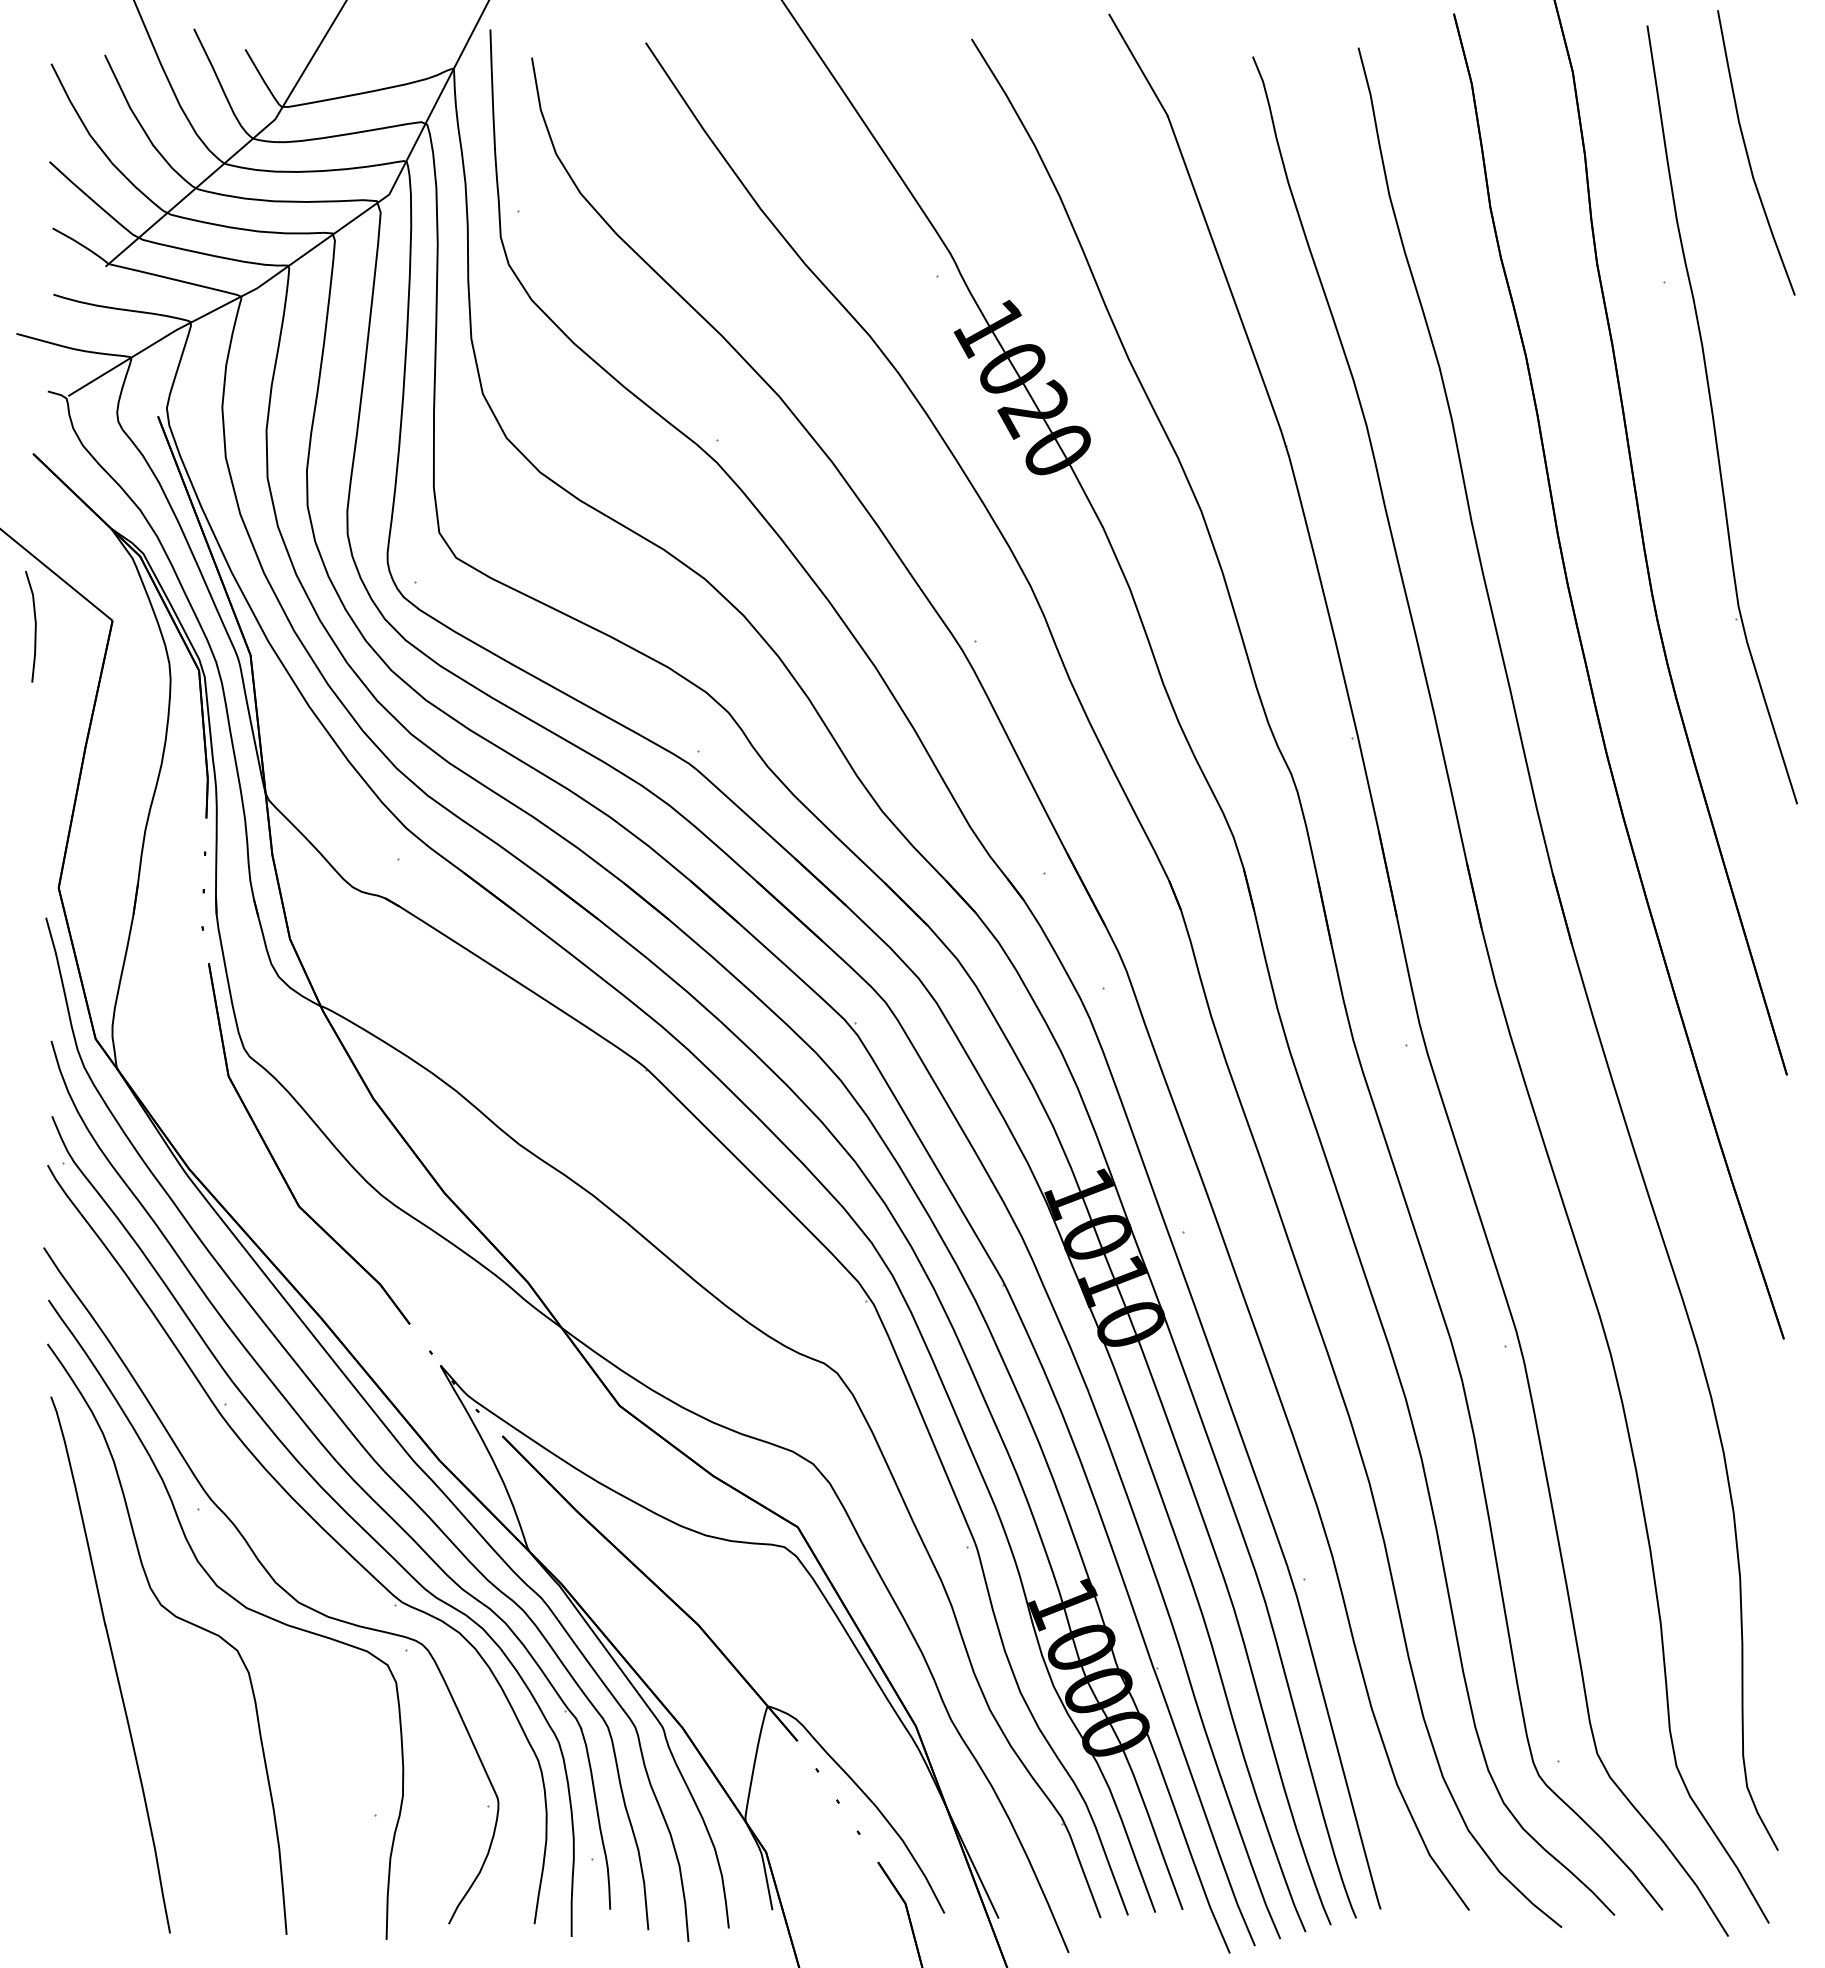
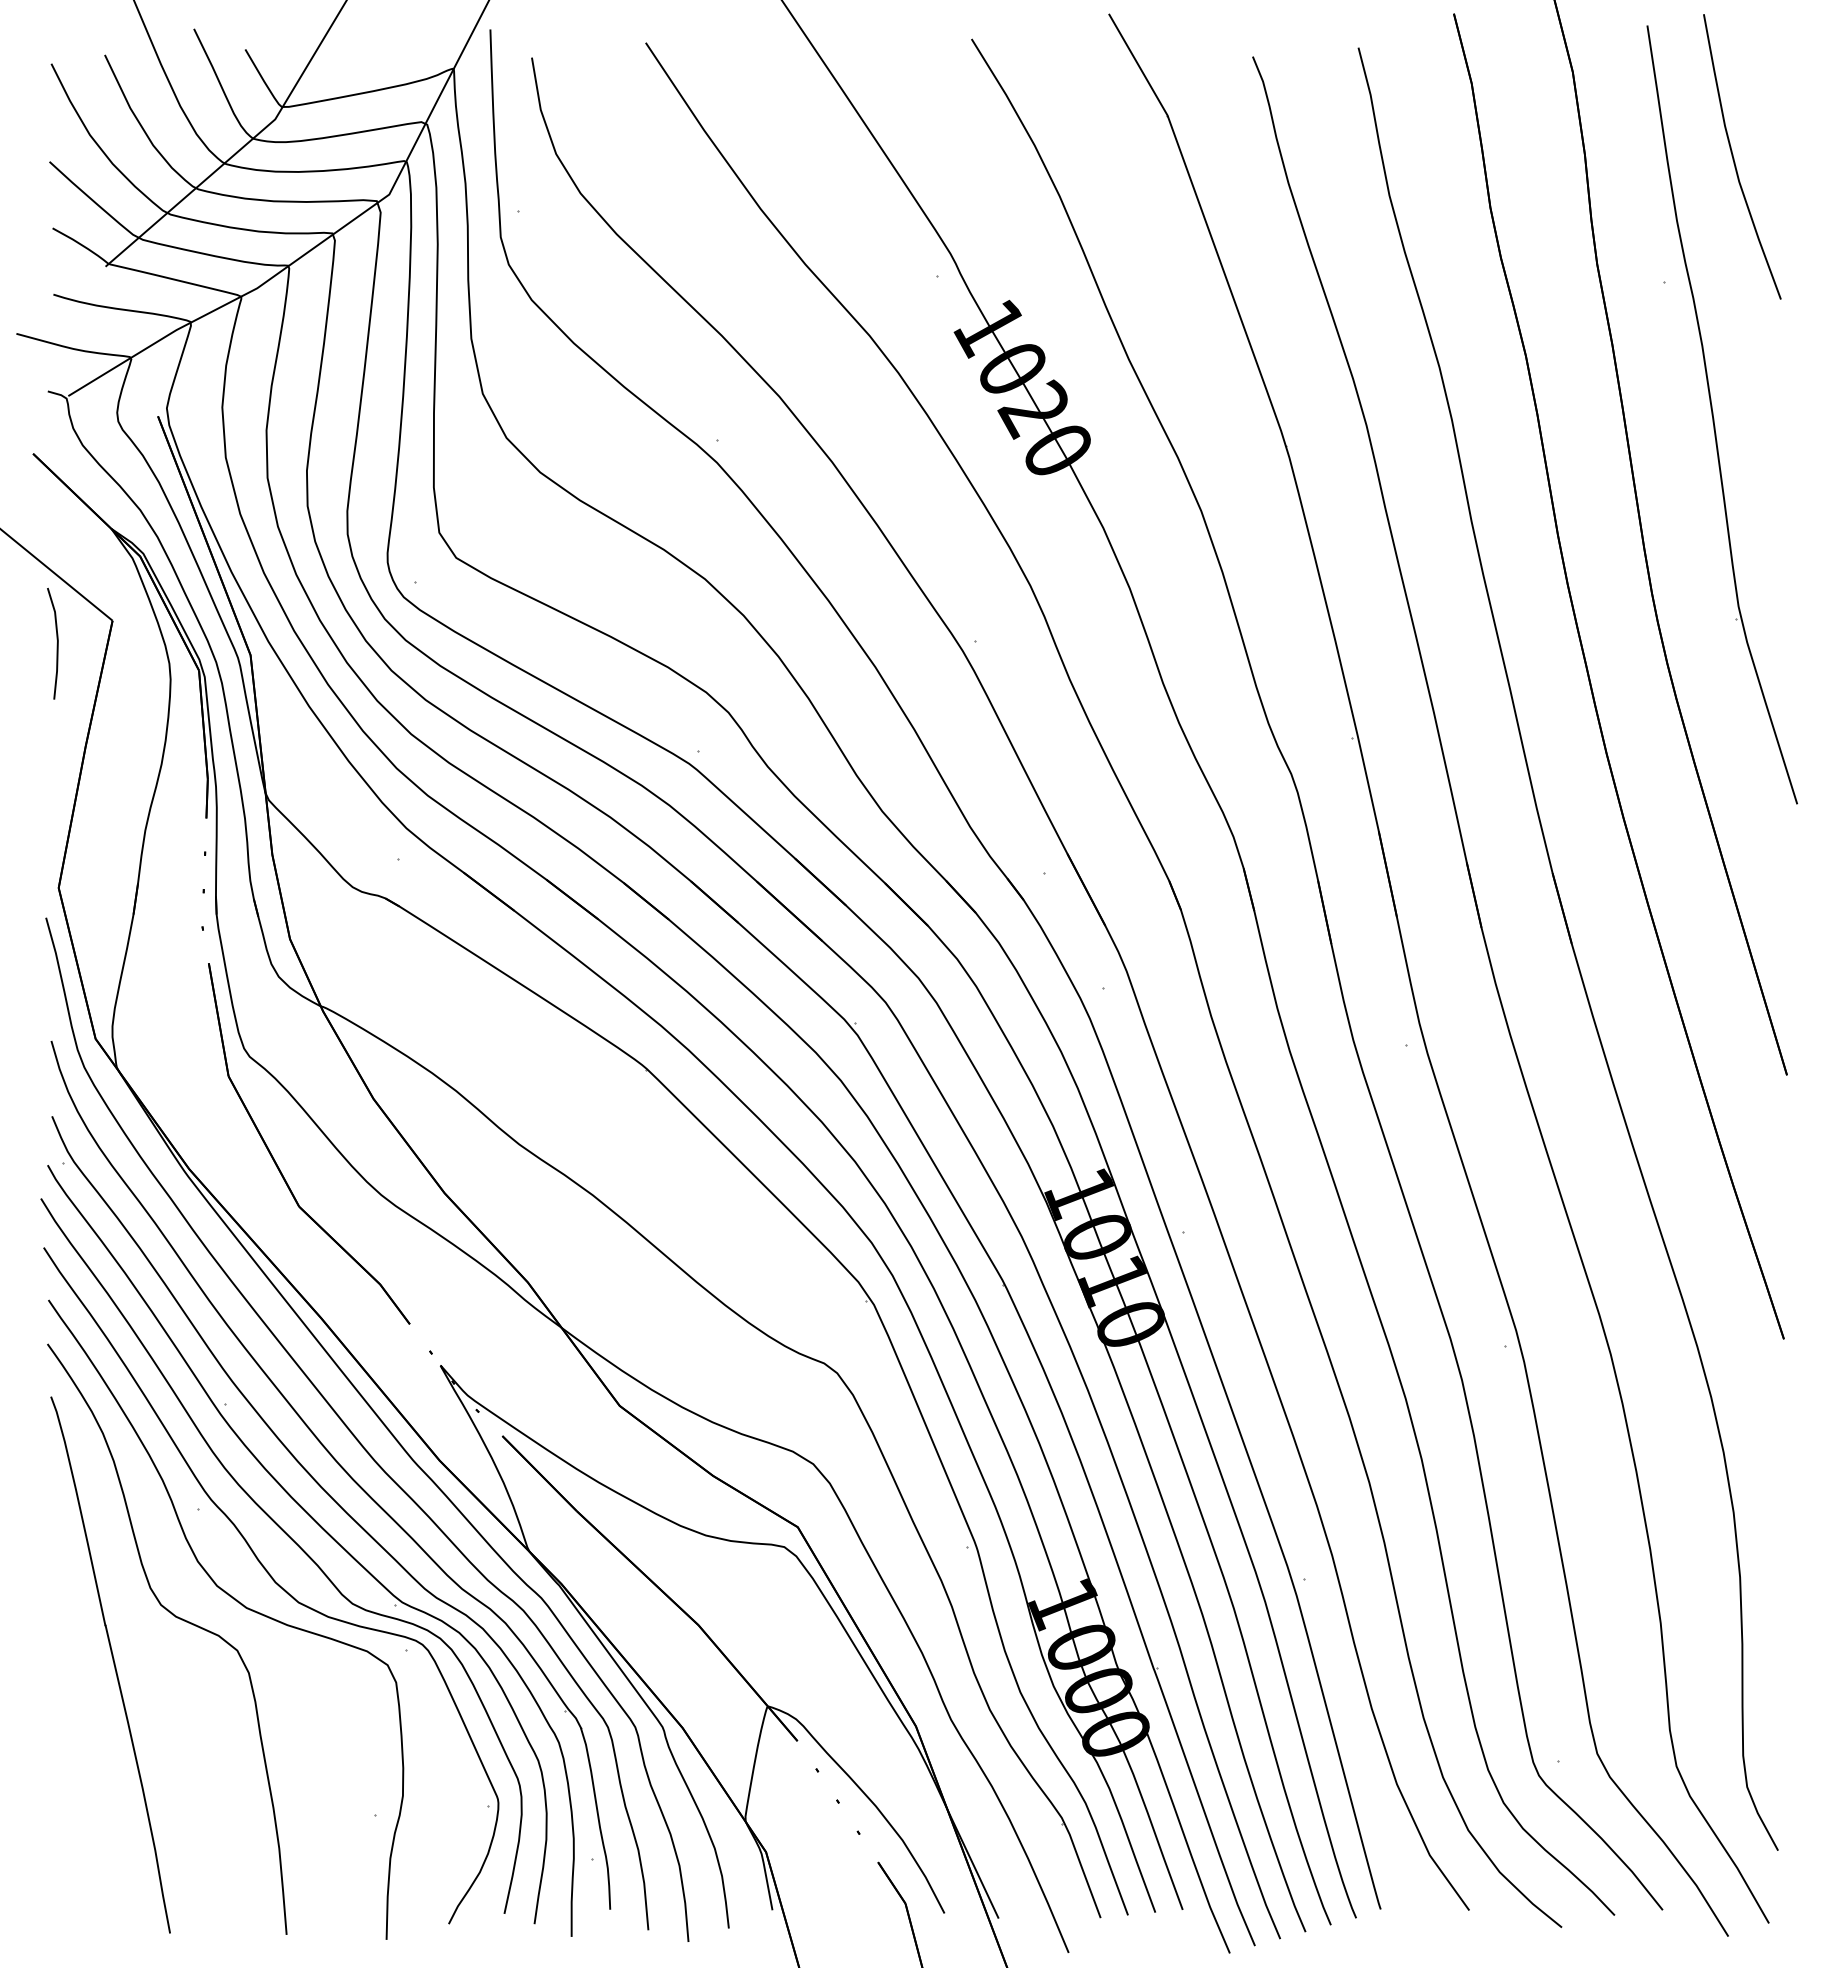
curve at (1748, 154) position: (1748, 154) -> (1734, 158)
line at (34, 626) position: (34, 626) -> (56, 643)
curve at (293, 1542): none -> present
